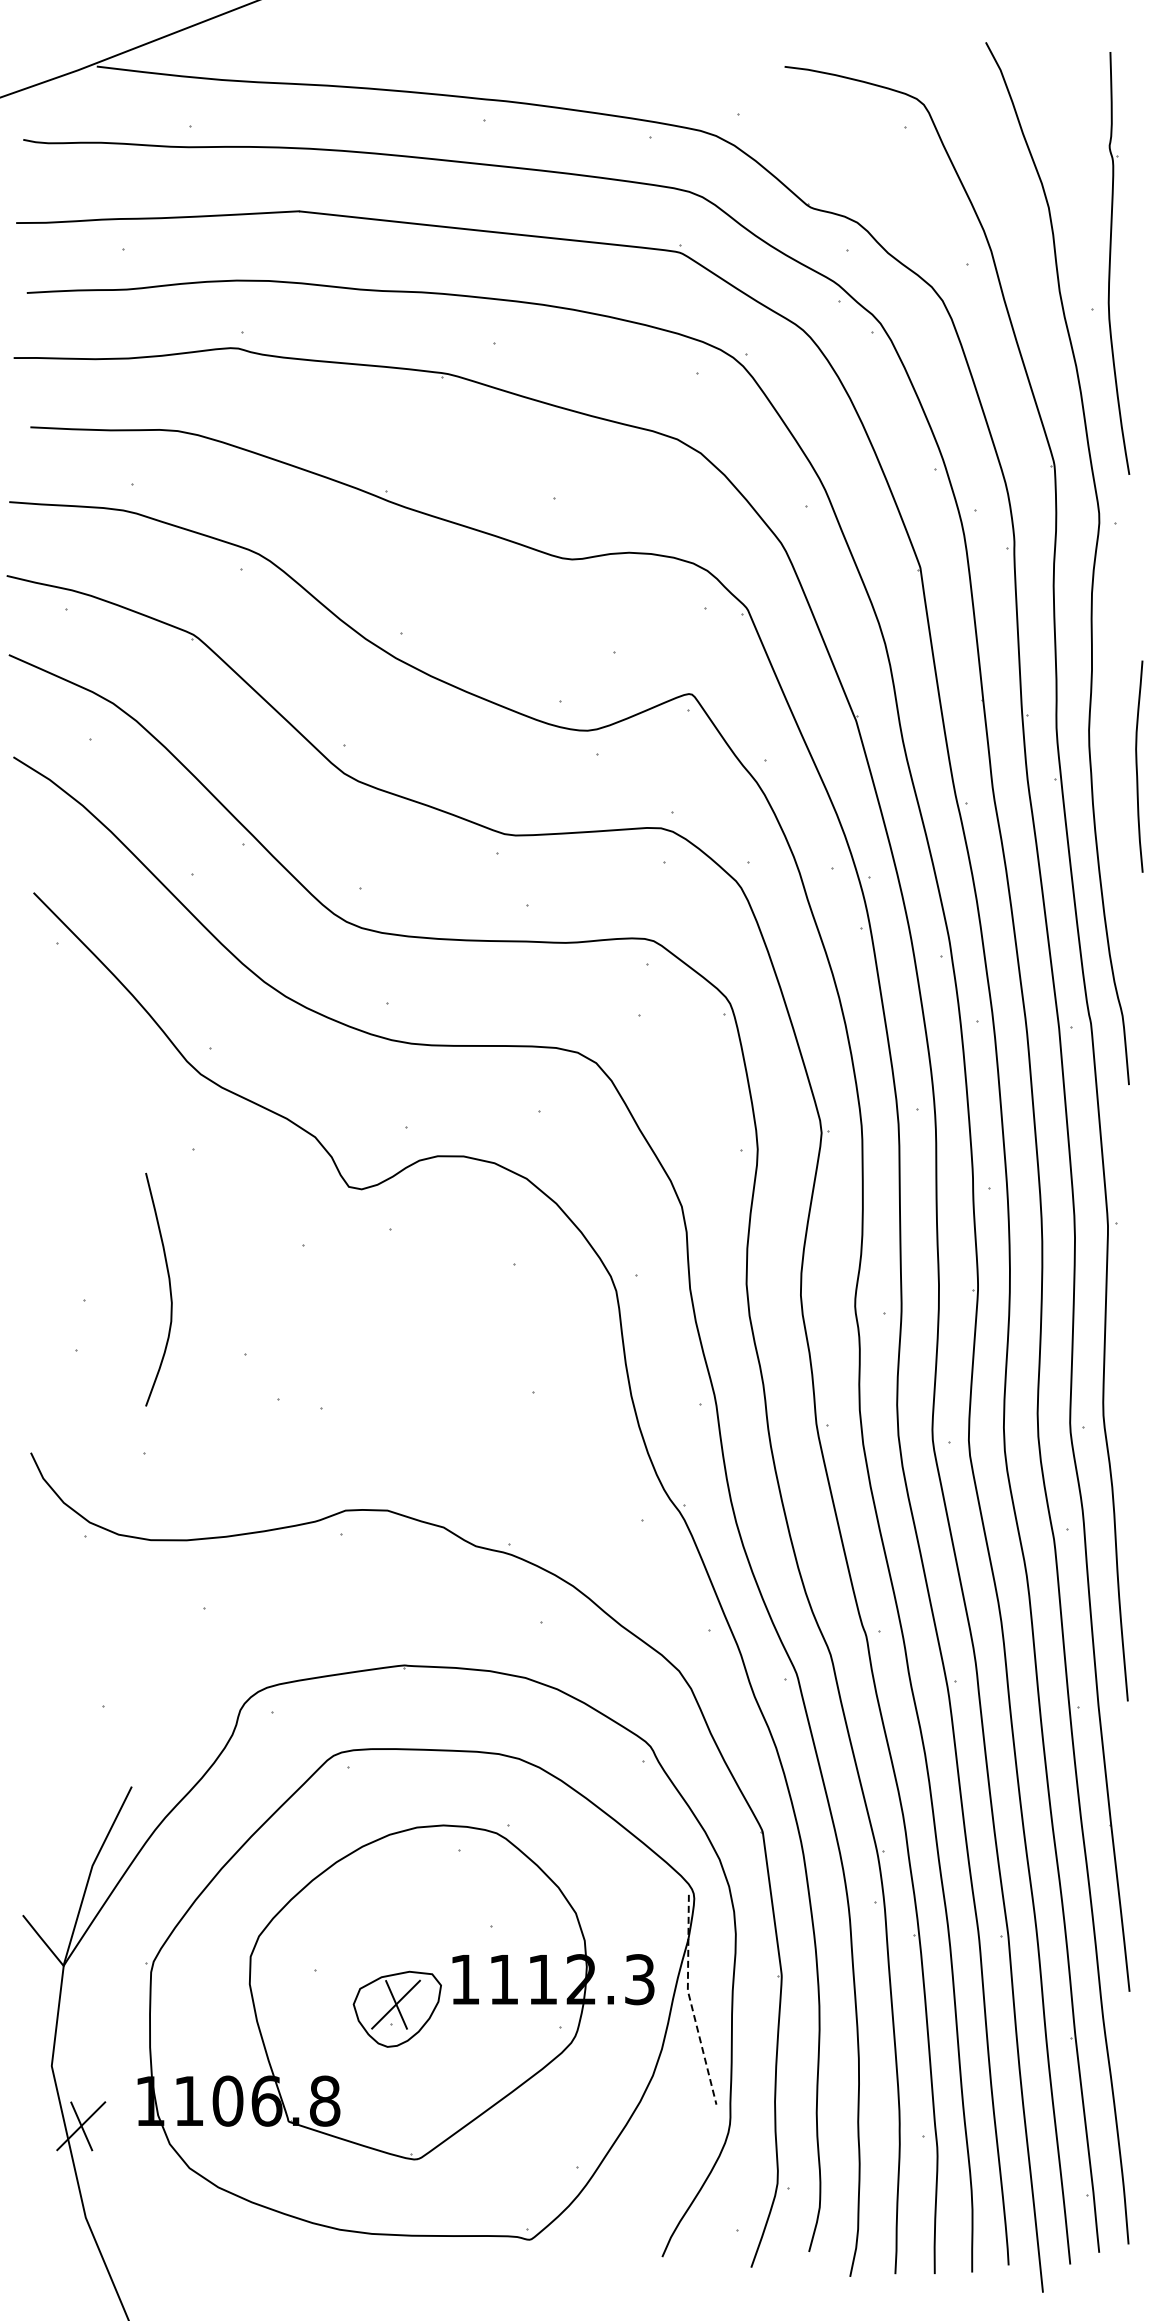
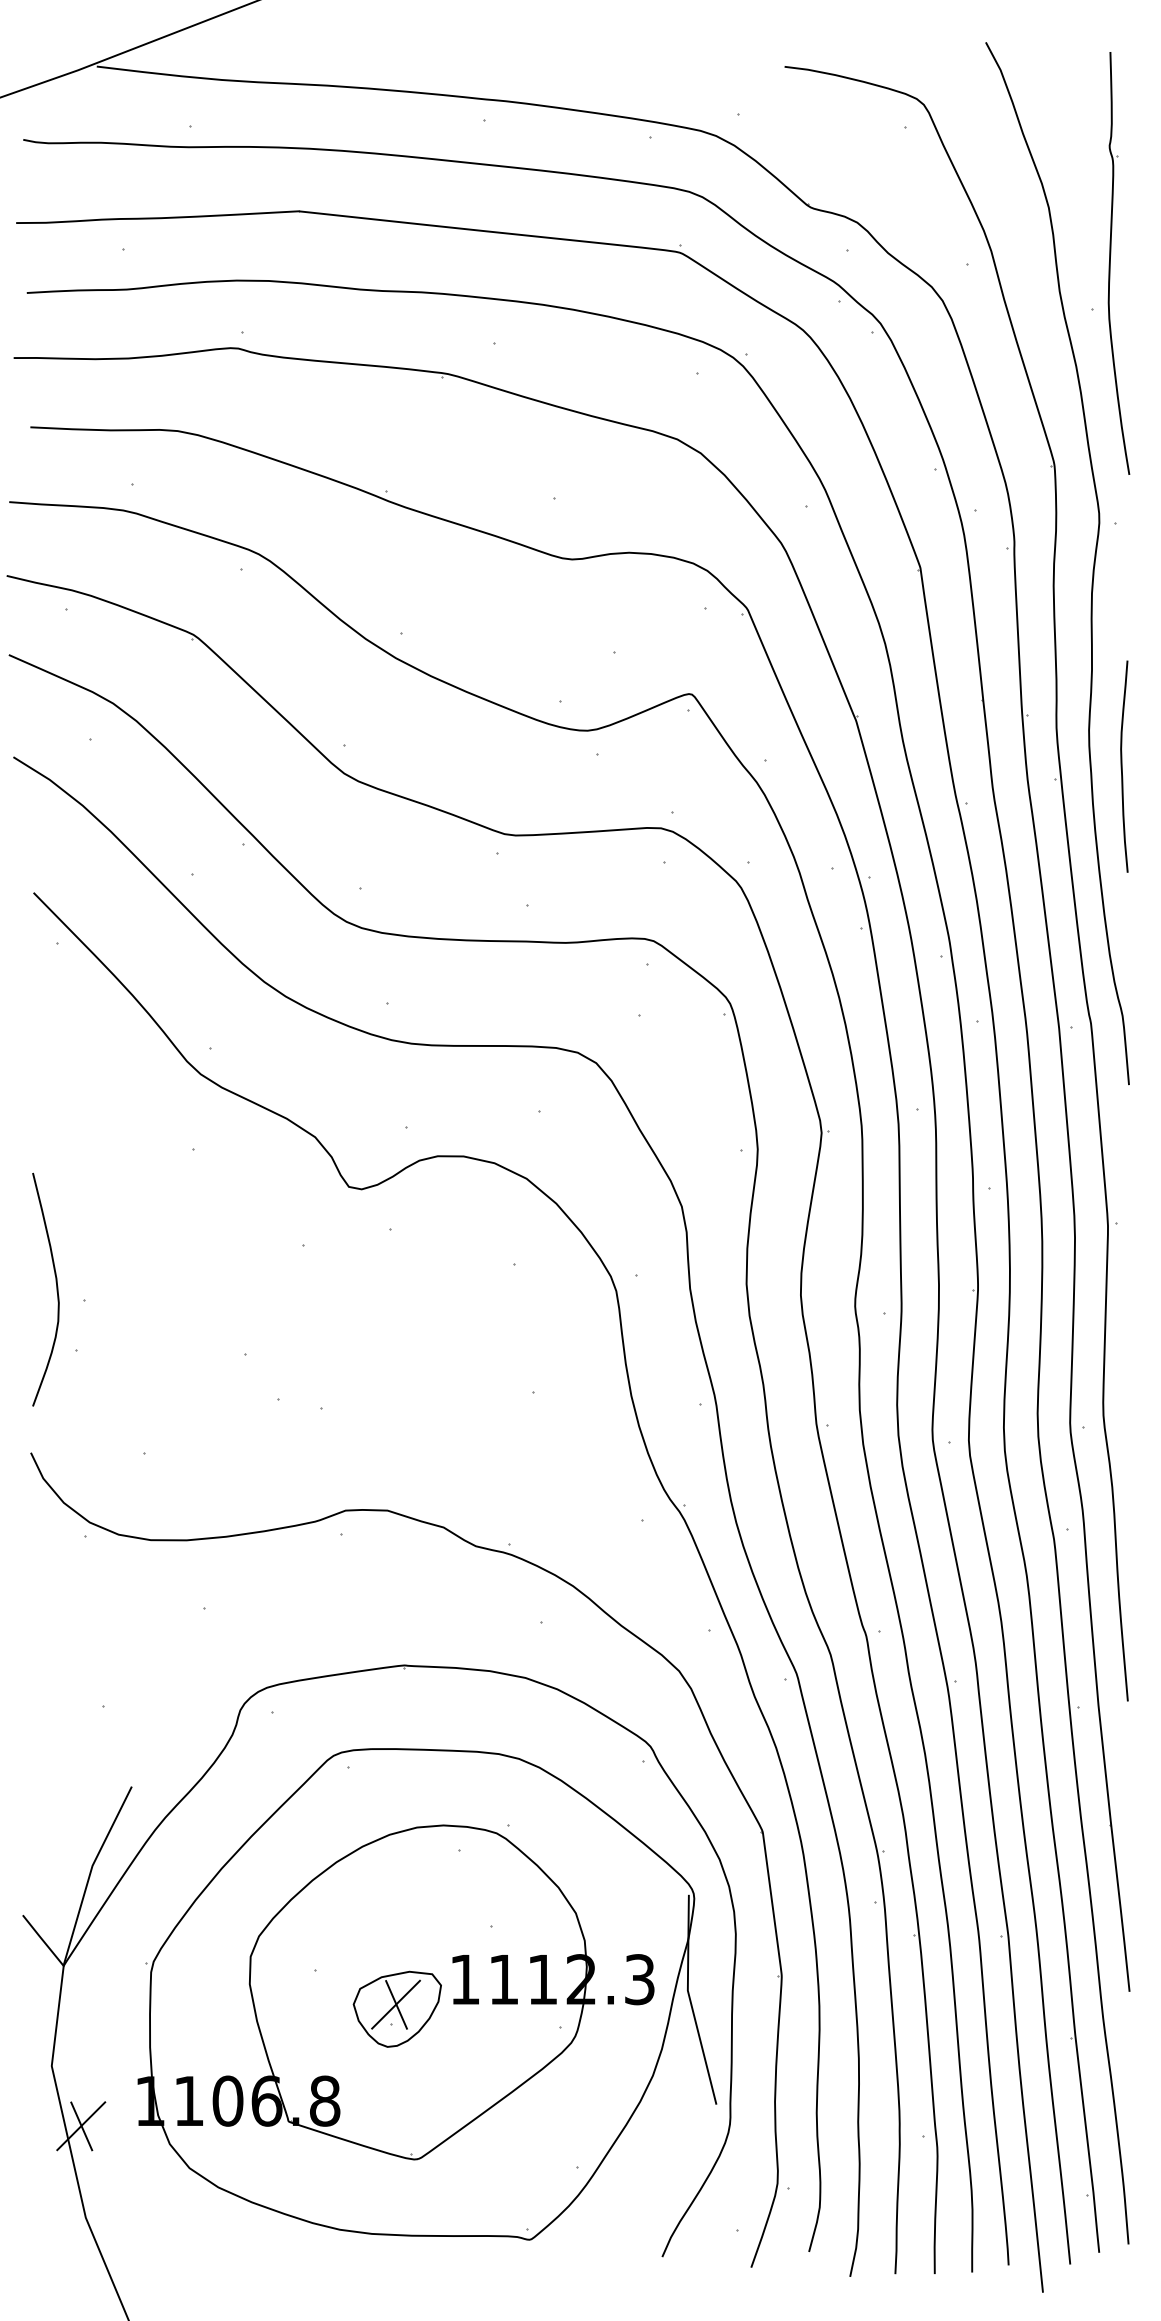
curve at (1137, 766) position: (1137, 766) -> (1122, 766)
curve at (169, 1289) position: (169, 1289) -> (56, 1289)
line at (690, 2001): dashed -> solid
